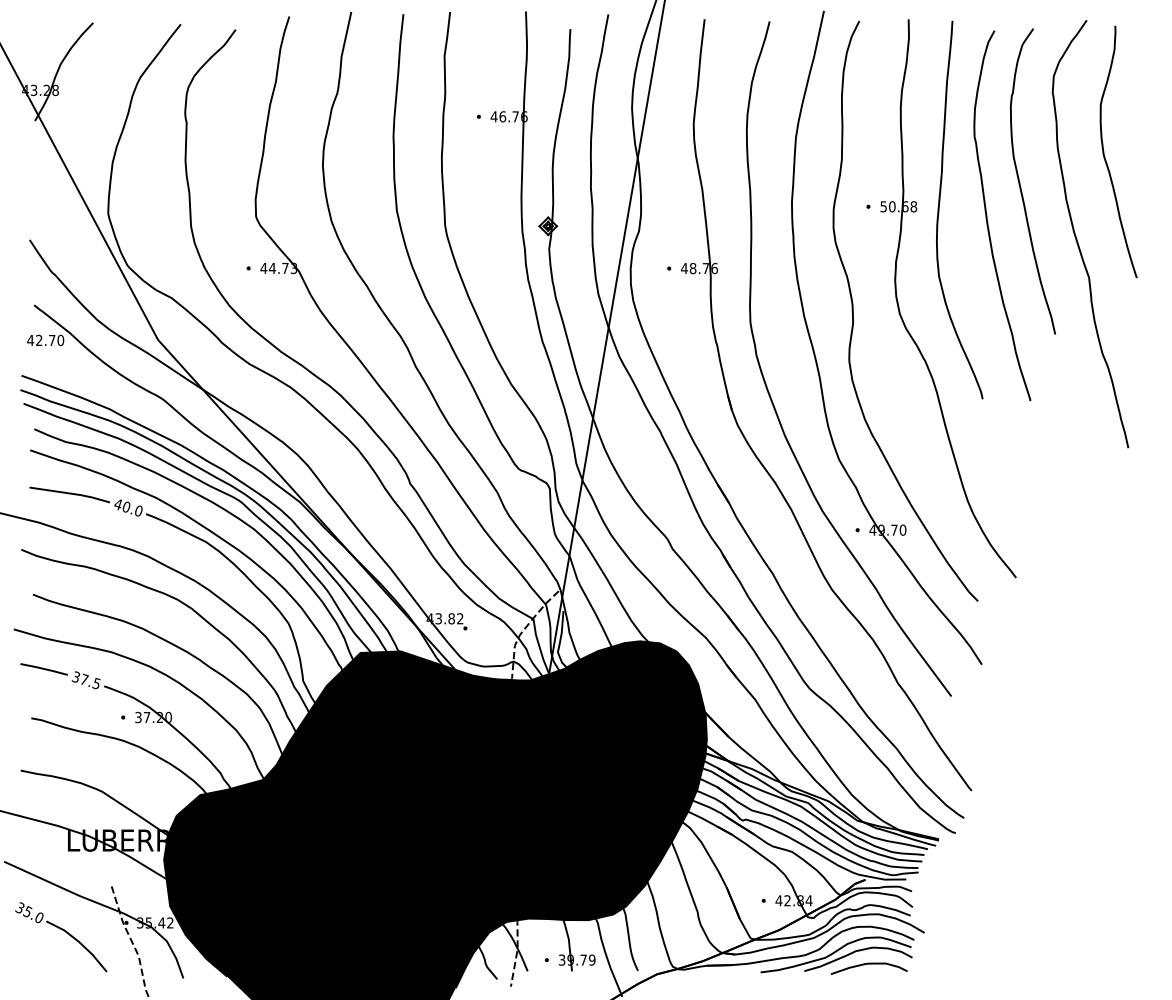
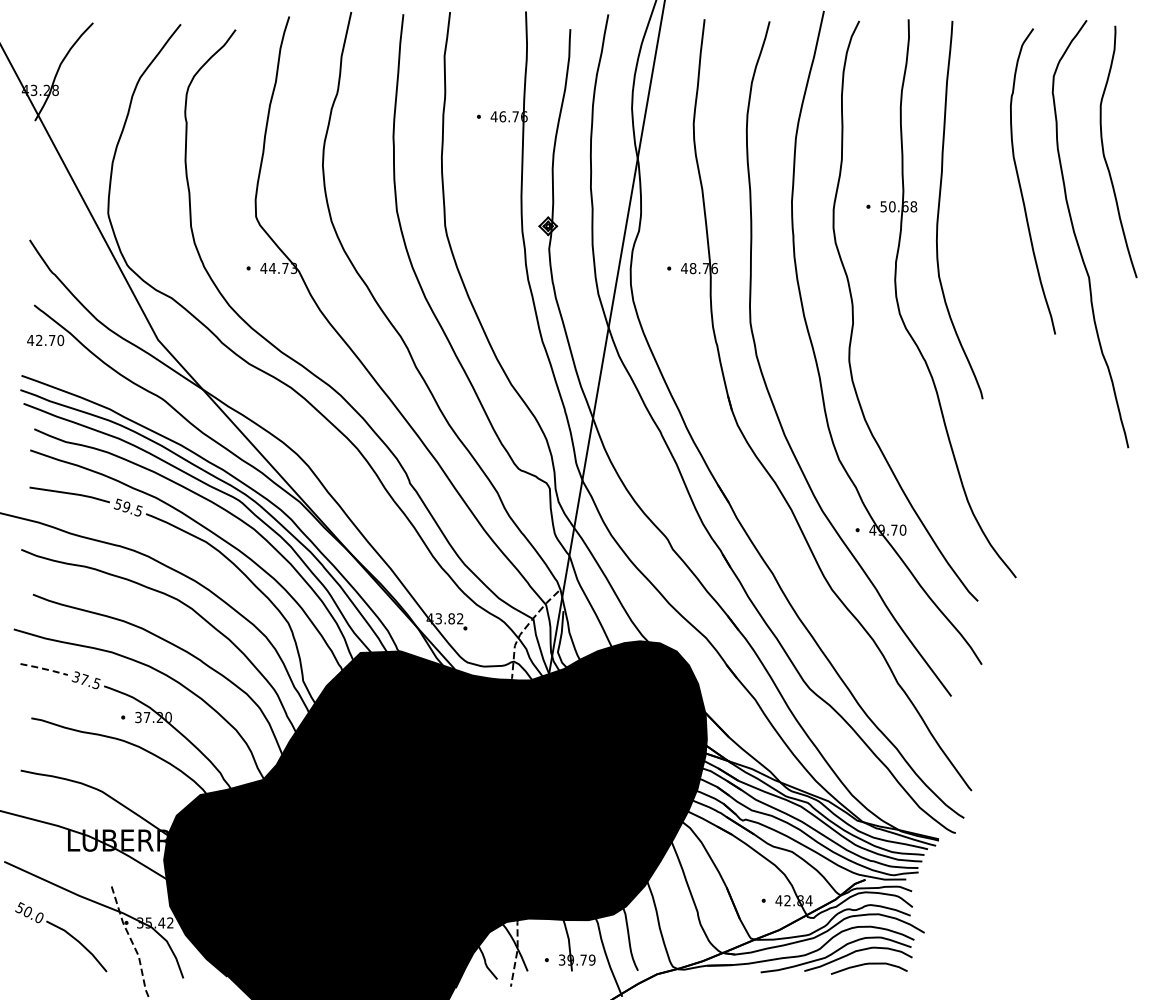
curve at (987, 215): present -> none
text at (127, 507): 40.0 -> 59.5
line at (44, 669): solid -> dashed
text at (25, 909): 35.0 -> 50.0
